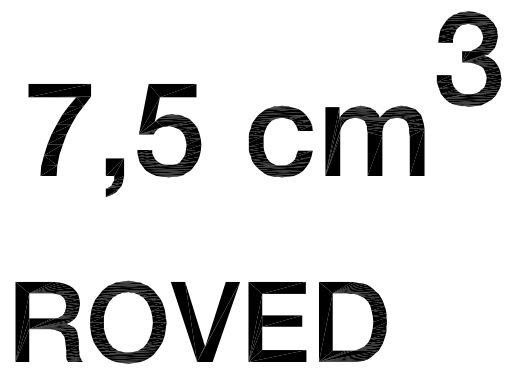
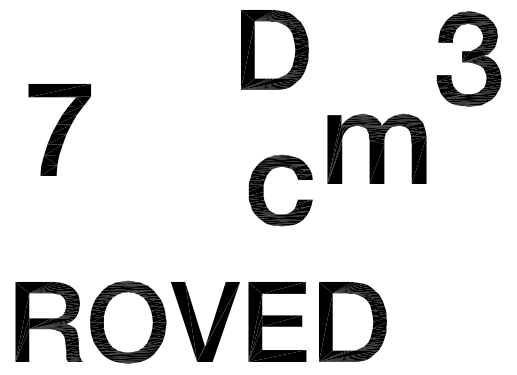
part at (274, 49): none -> present
part at (169, 130): present -> none
part at (374, 140) position: (374, 140) -> (376, 148)
part at (263, 141) position: (263, 141) -> (263, 190)
part at (114, 177): present -> none
